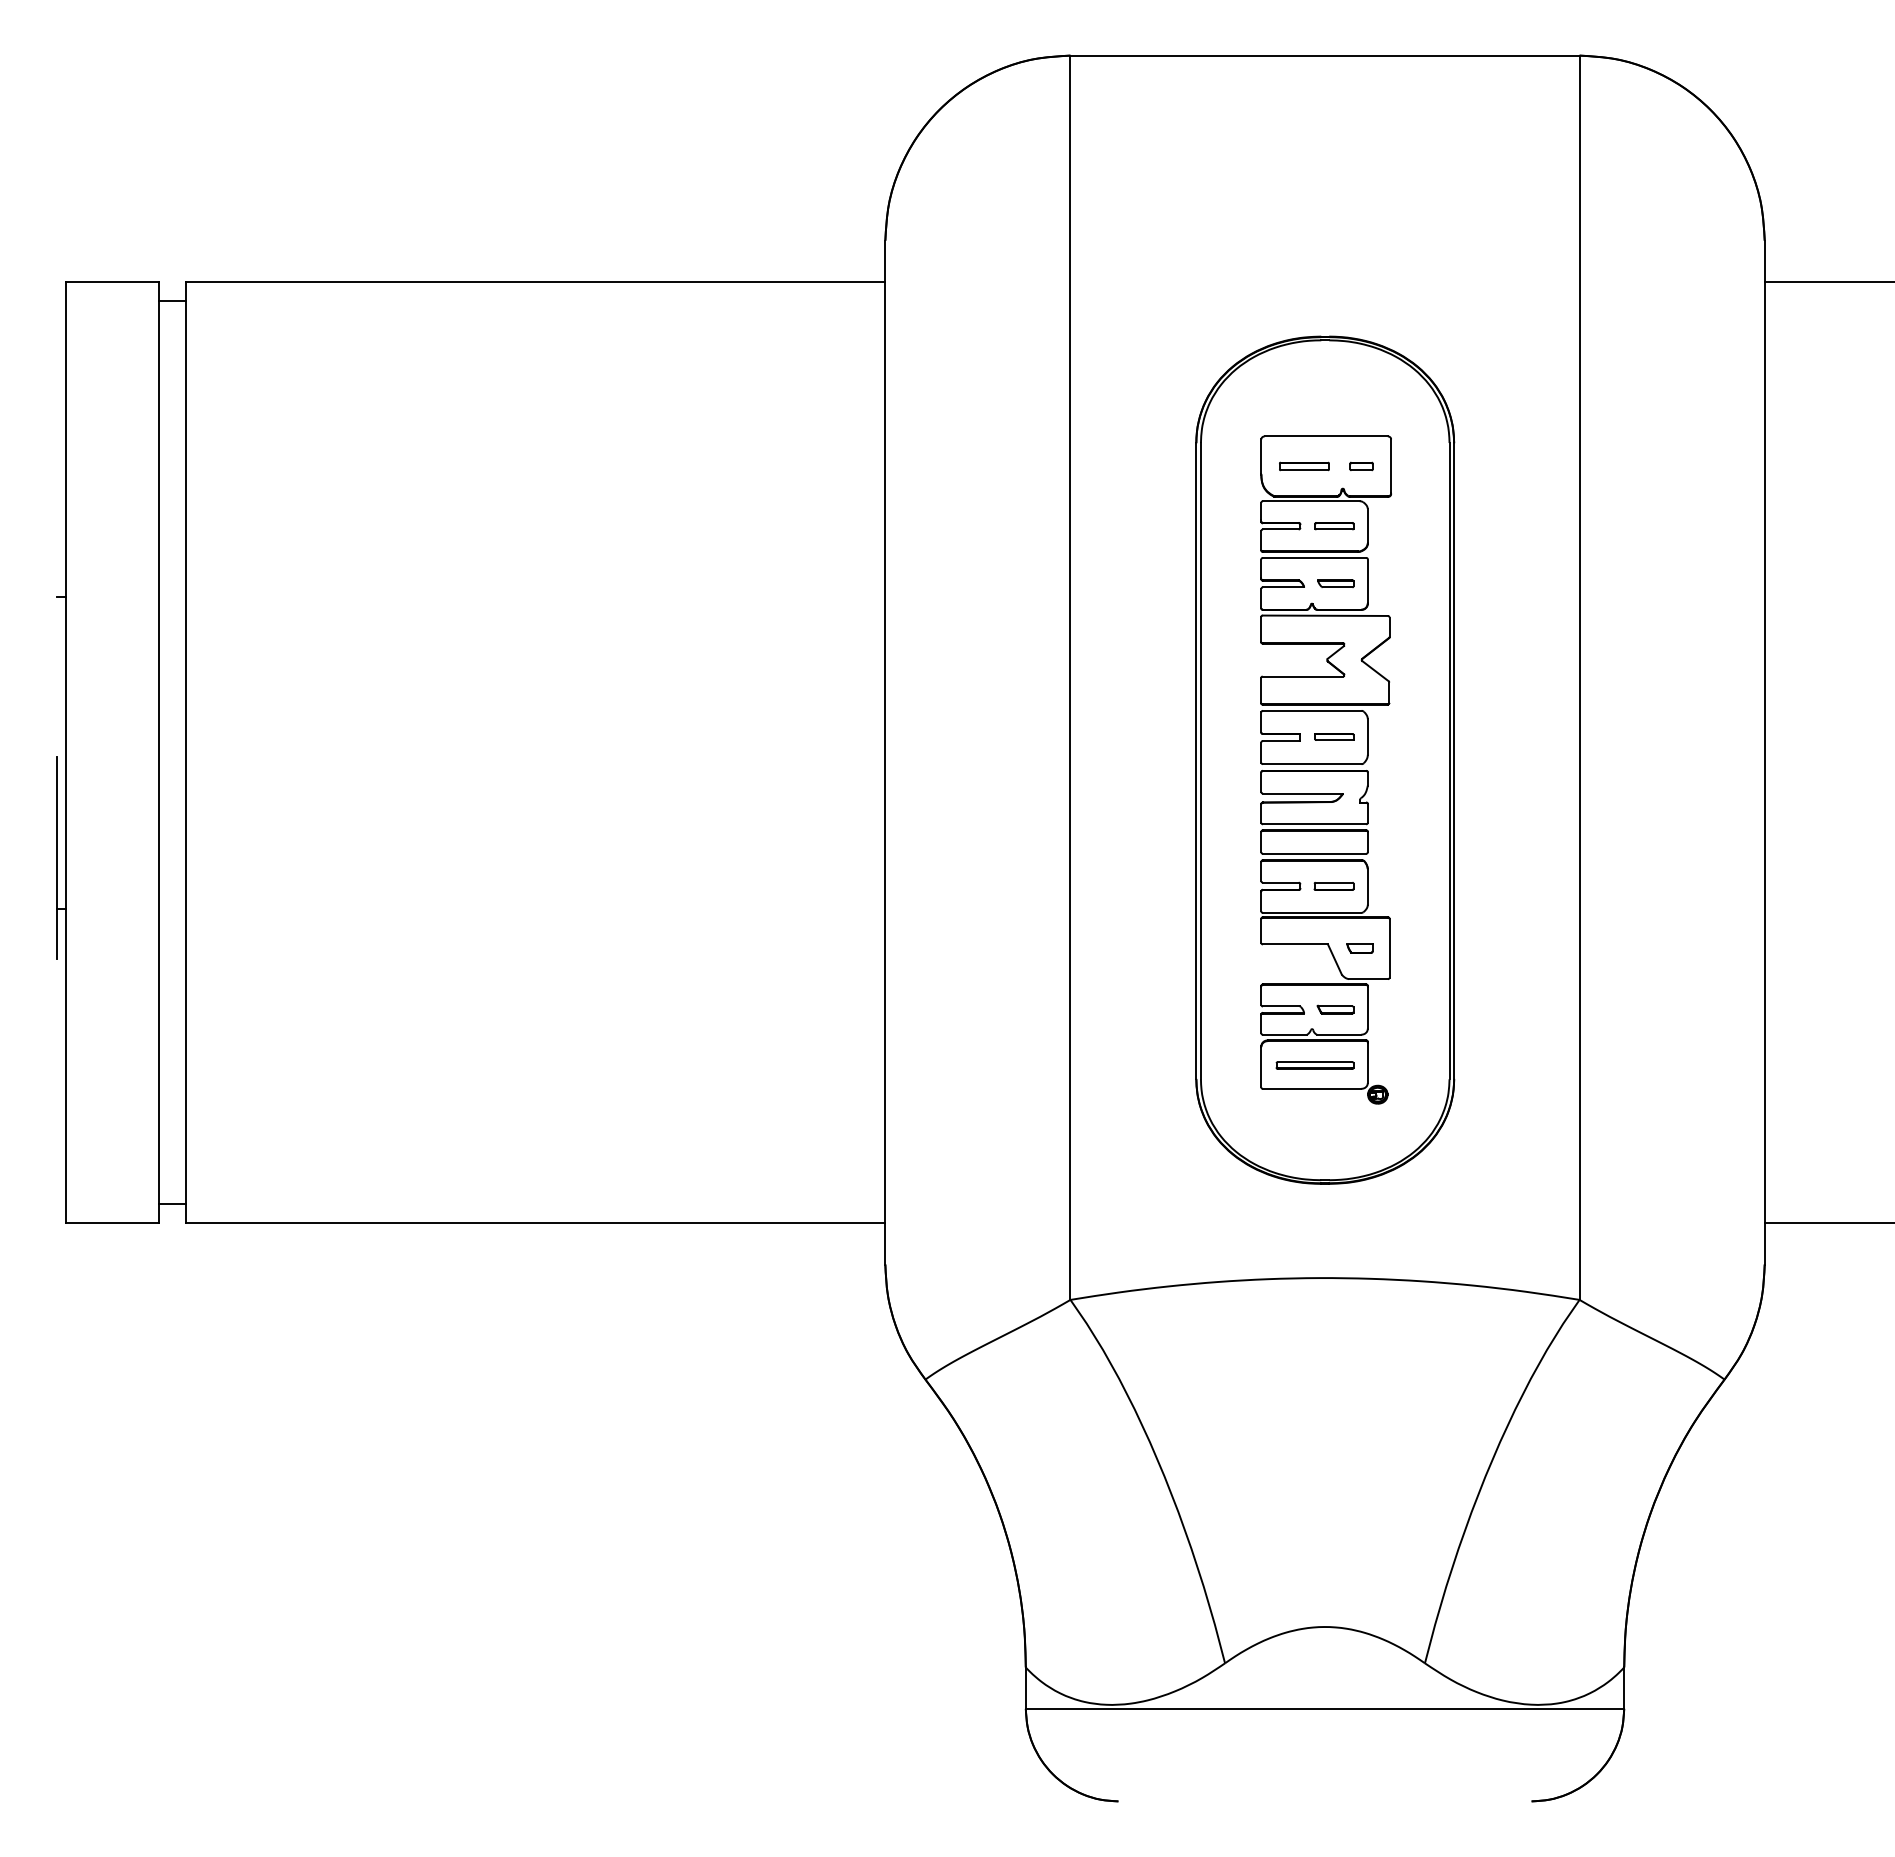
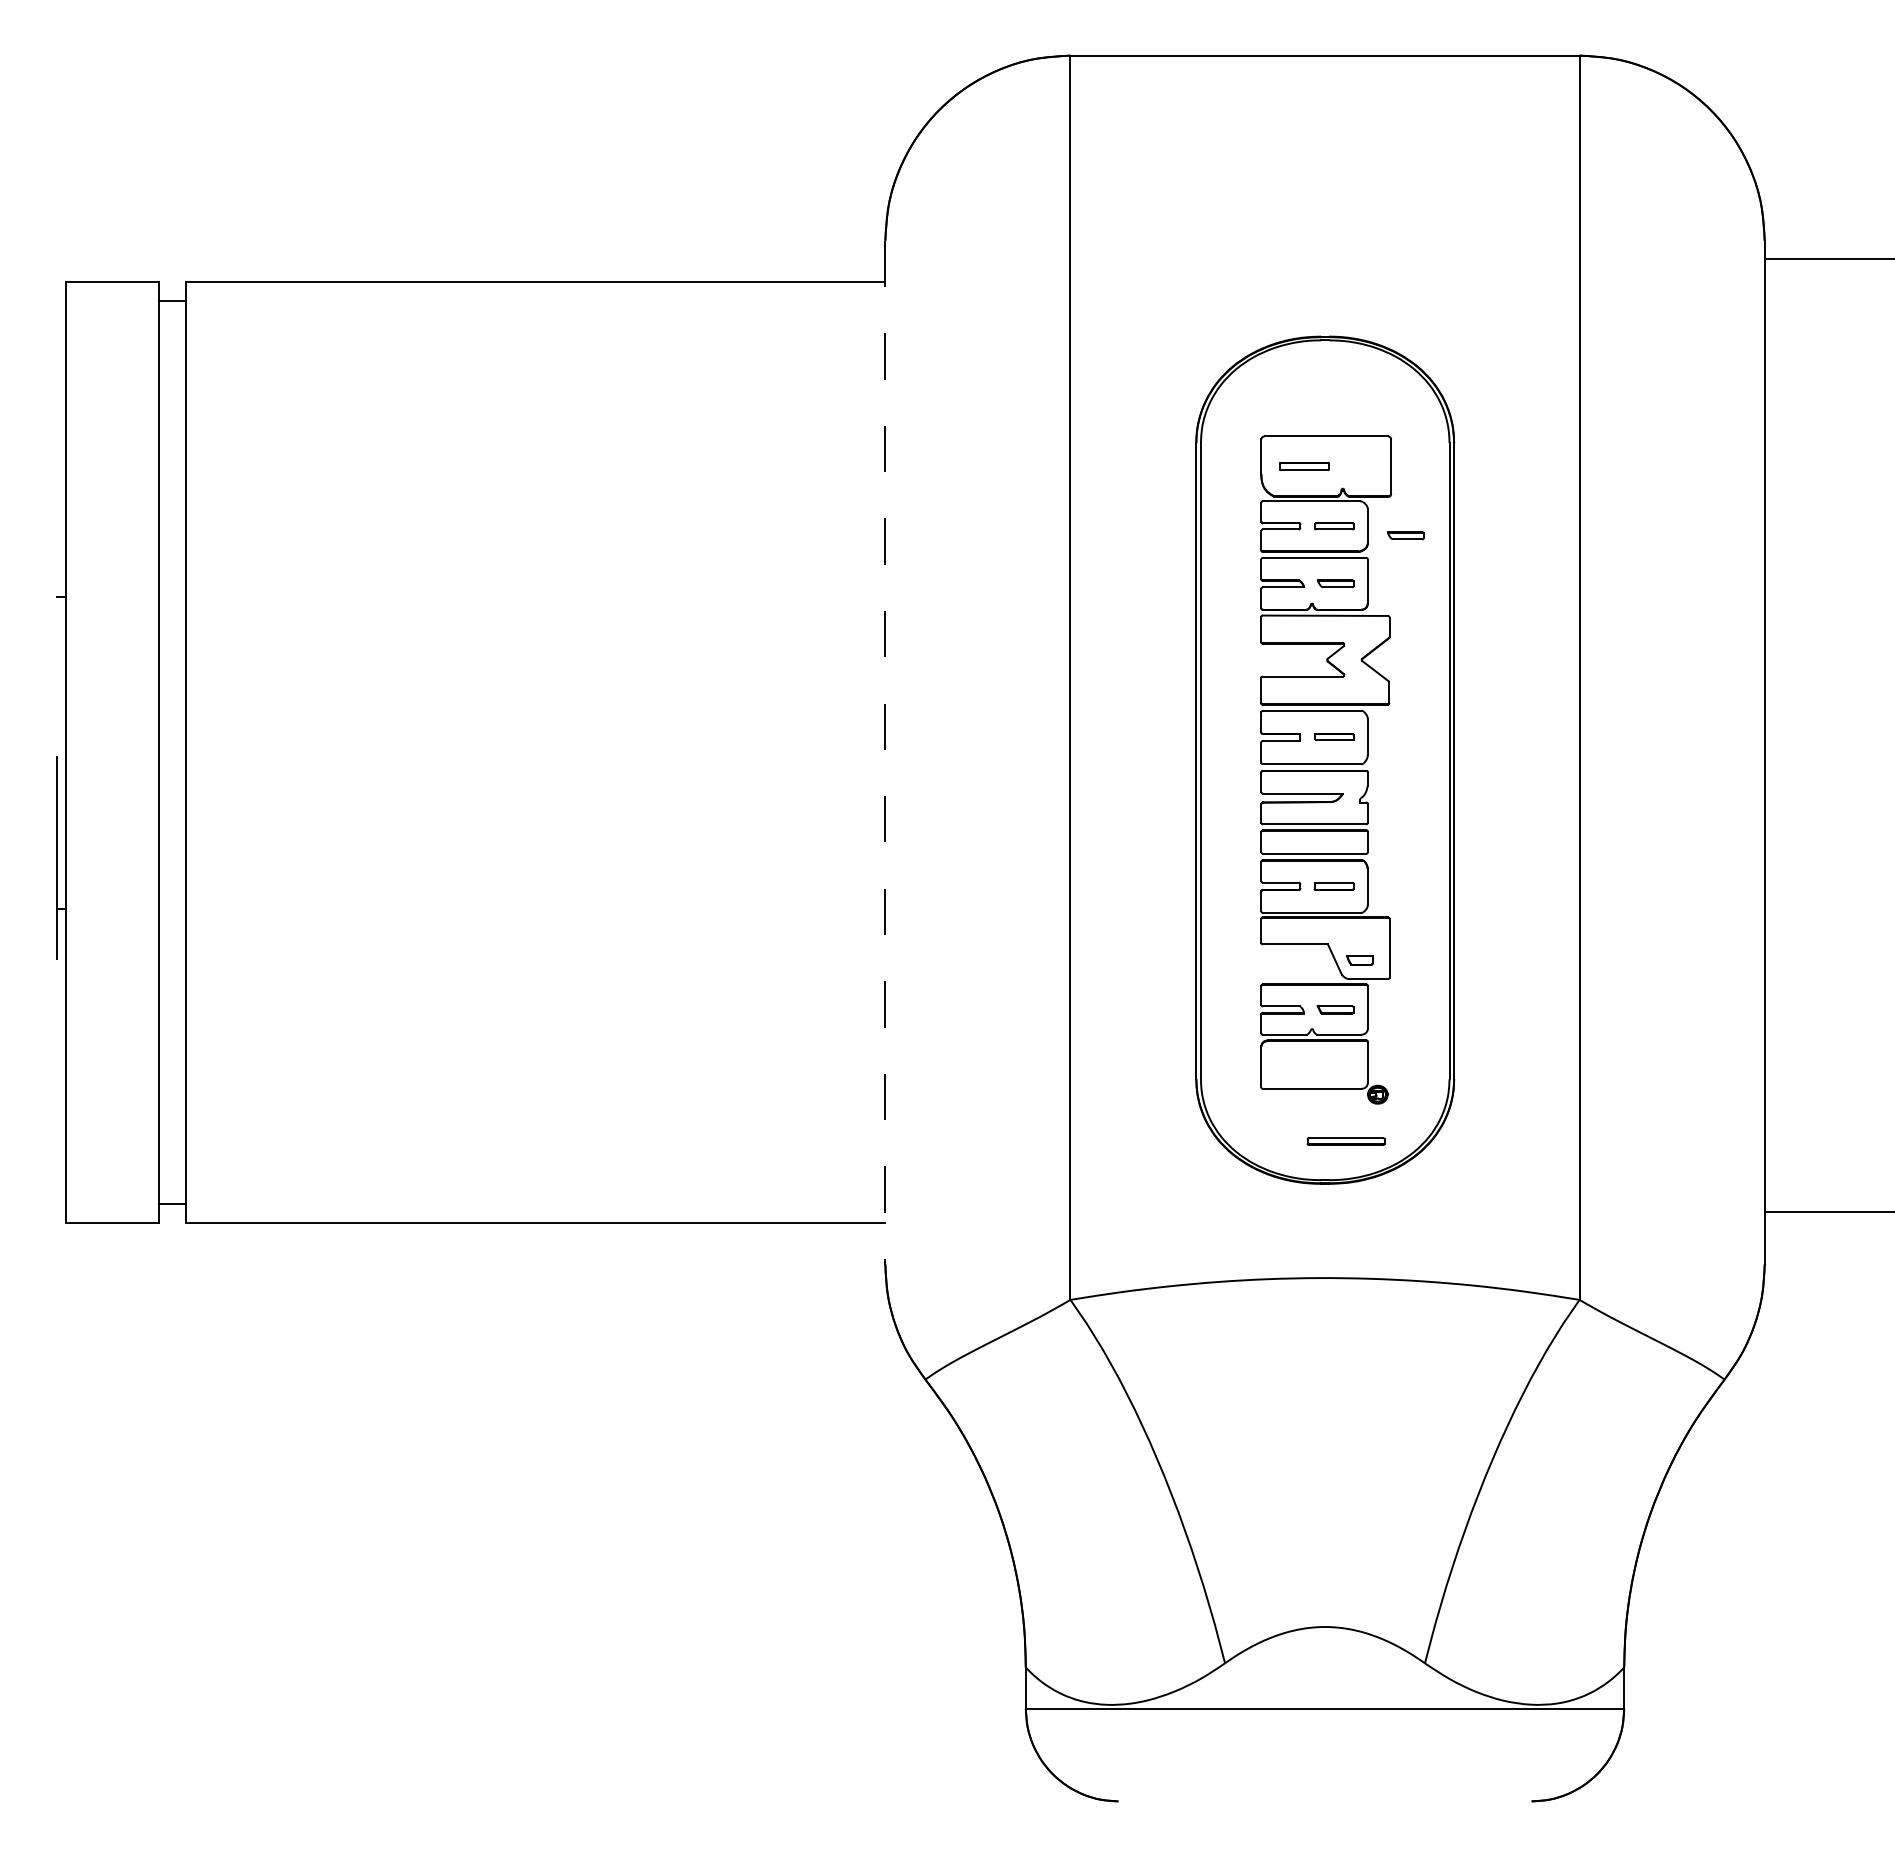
line at (1827, 282) position: (1827, 282) -> (1827, 259)
part at (1361, 466): present -> none
part at (1405, 535): none -> present
line at (885, 752): solid -> dashed
part at (1359, 948) position: (1359, 948) -> (1359, 960)
part at (1314, 1065) position: (1314, 1065) -> (1345, 1141)
line at (1827, 1222) position: (1827, 1222) -> (1827, 1211)
